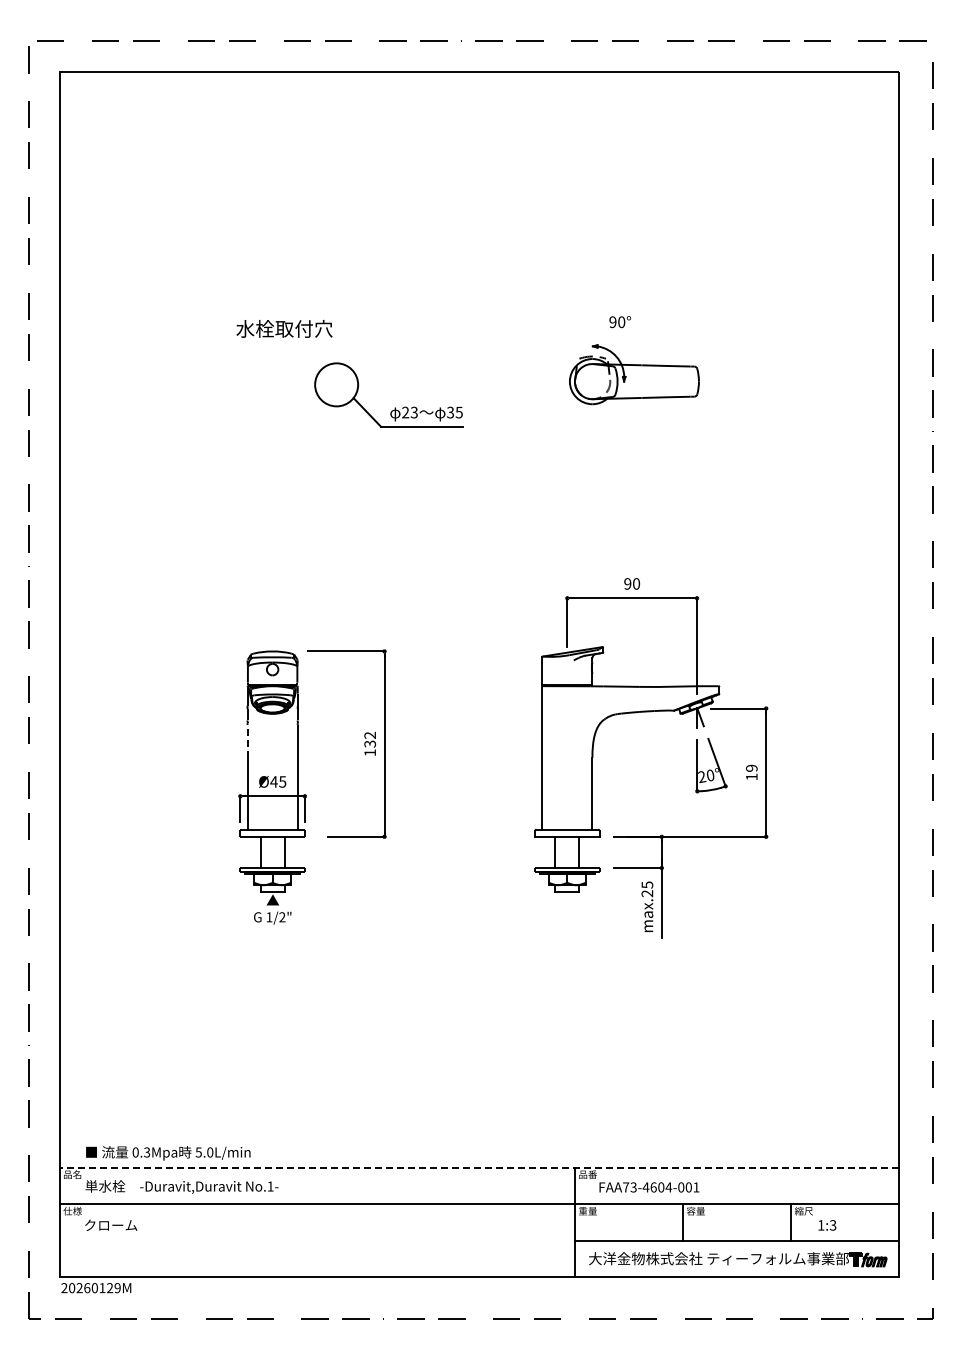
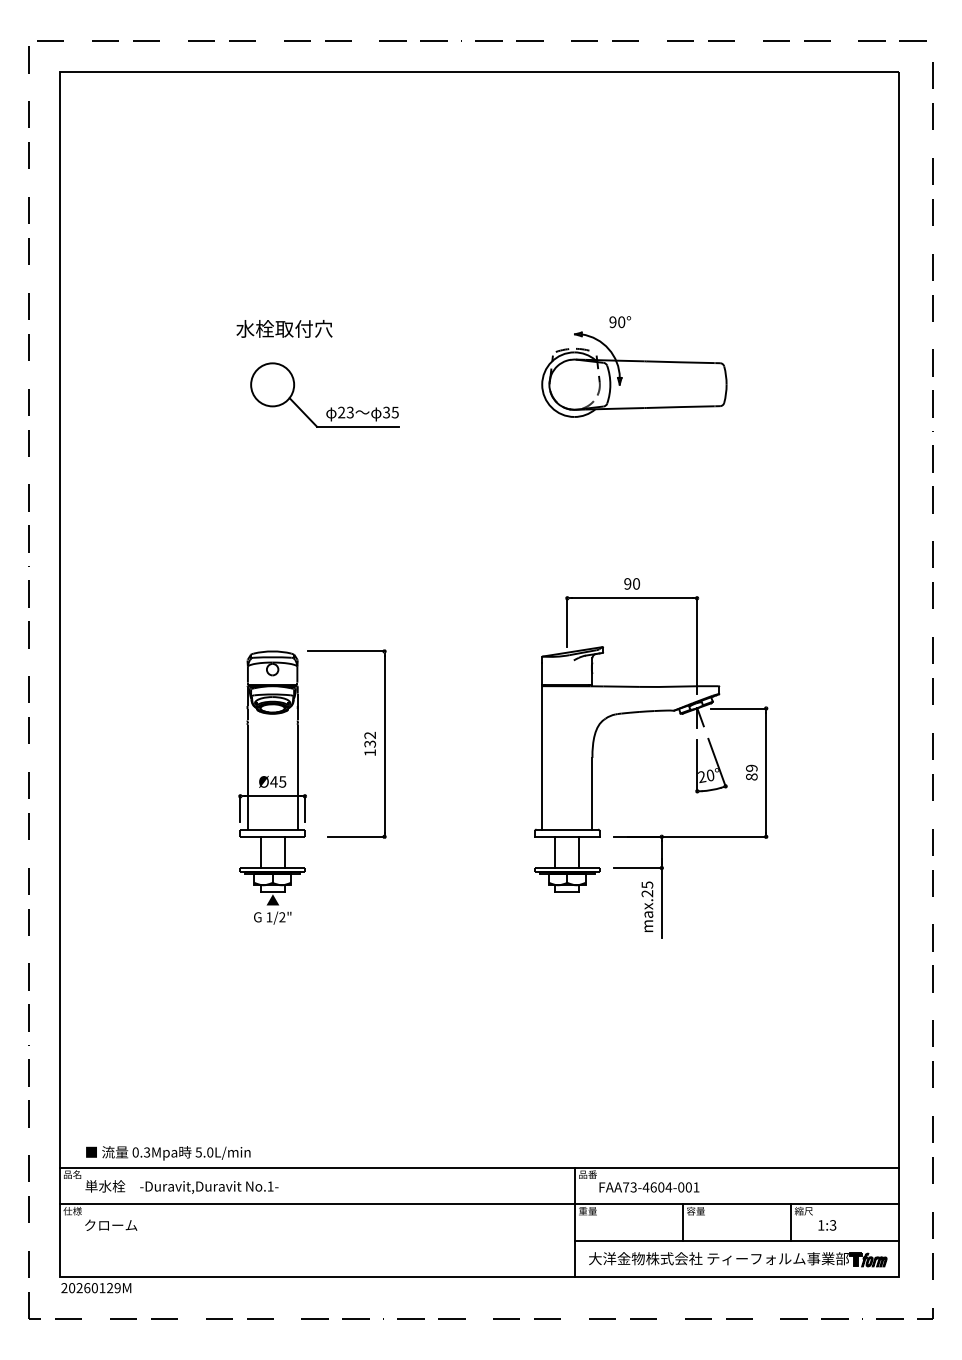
part at (634, 374) size: 131x62 px -> 187x87 px
part at (394, 407) position: (394, 407) -> (330, 407)
line at (247, 740): dashed -> solid
text at (751, 776): 19 -> 89
line at (479, 1167): dashed -> solid
